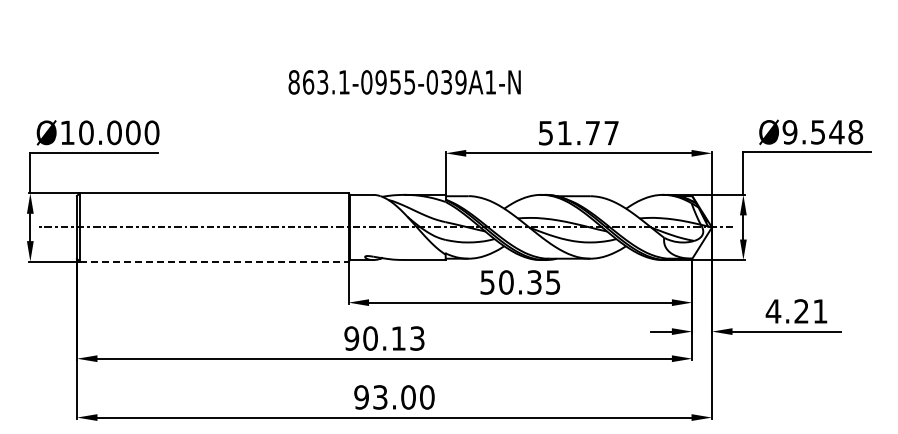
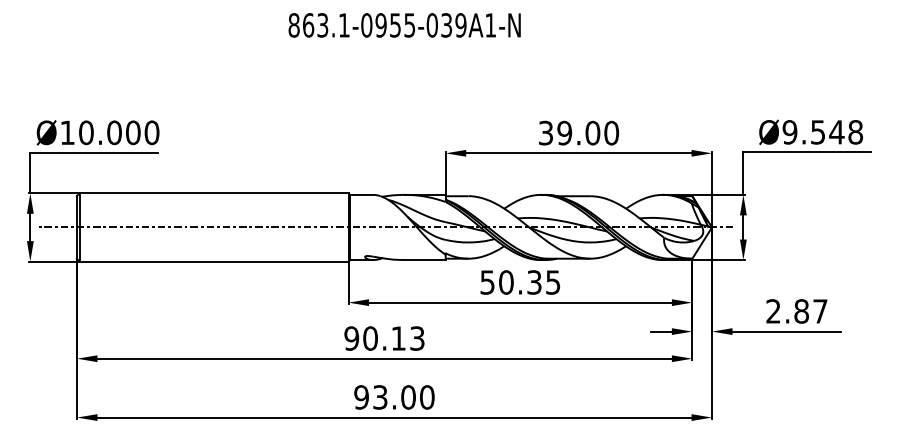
text at (404, 82) position: (404, 82) -> (404, 25)
text at (579, 132): 51.77 -> 39.00
line at (214, 261): dashed -> solid
text at (796, 311): 4.21 -> 2.87
